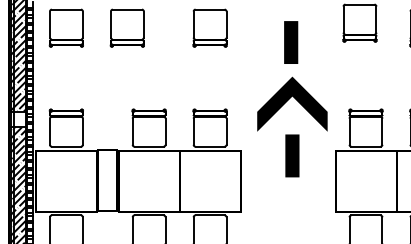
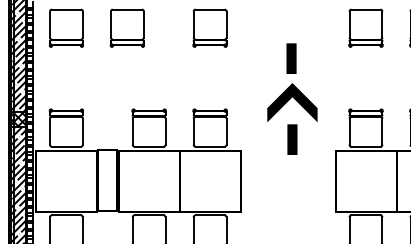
part at (359, 22) position: (359, 22) -> (365, 27)
part at (292, 99) size: 71x157 px -> 51x112 px
hatch at (17, 118): none -> present
